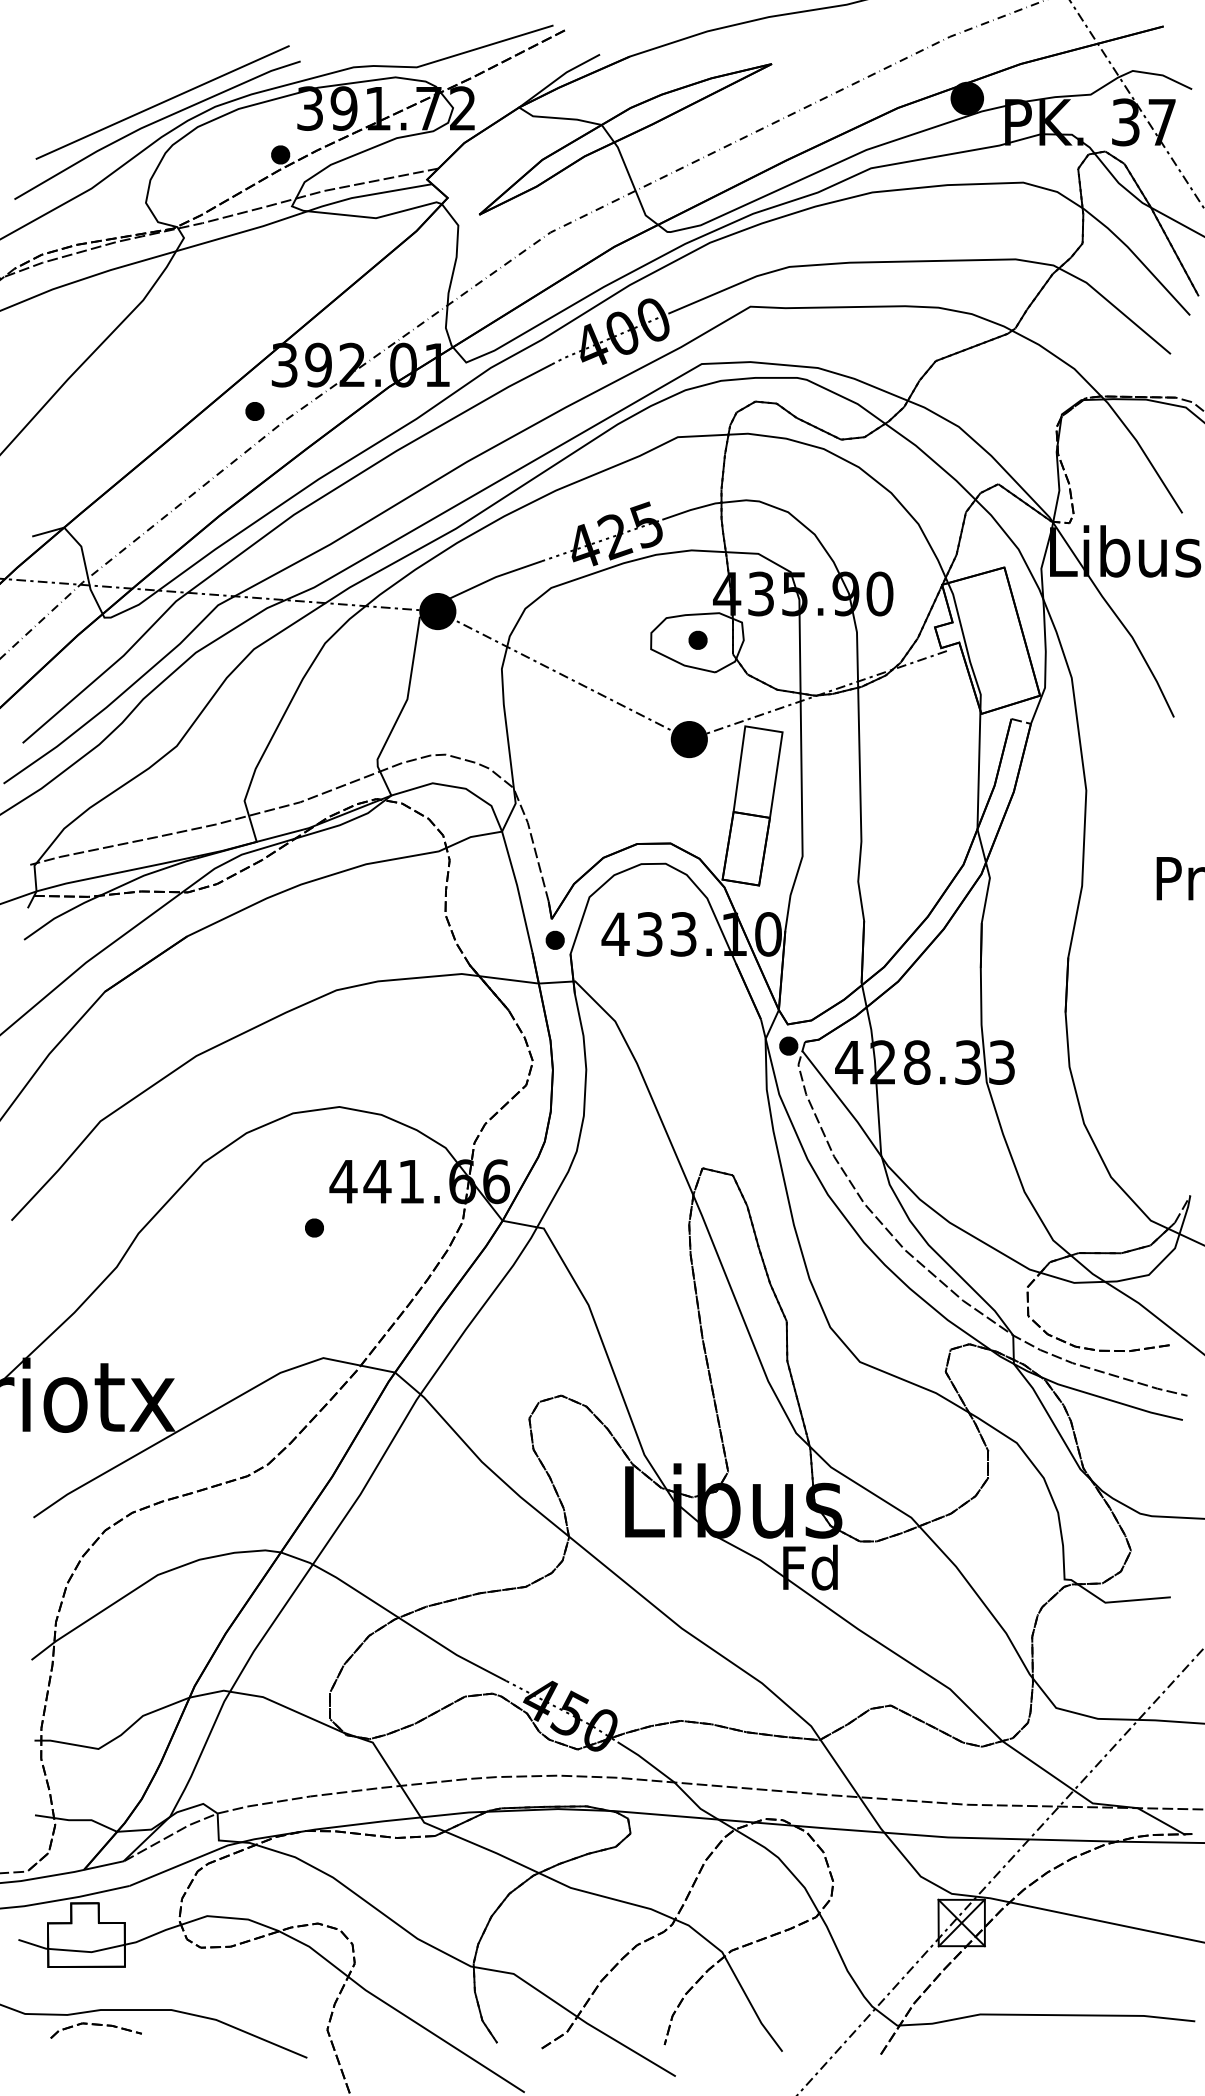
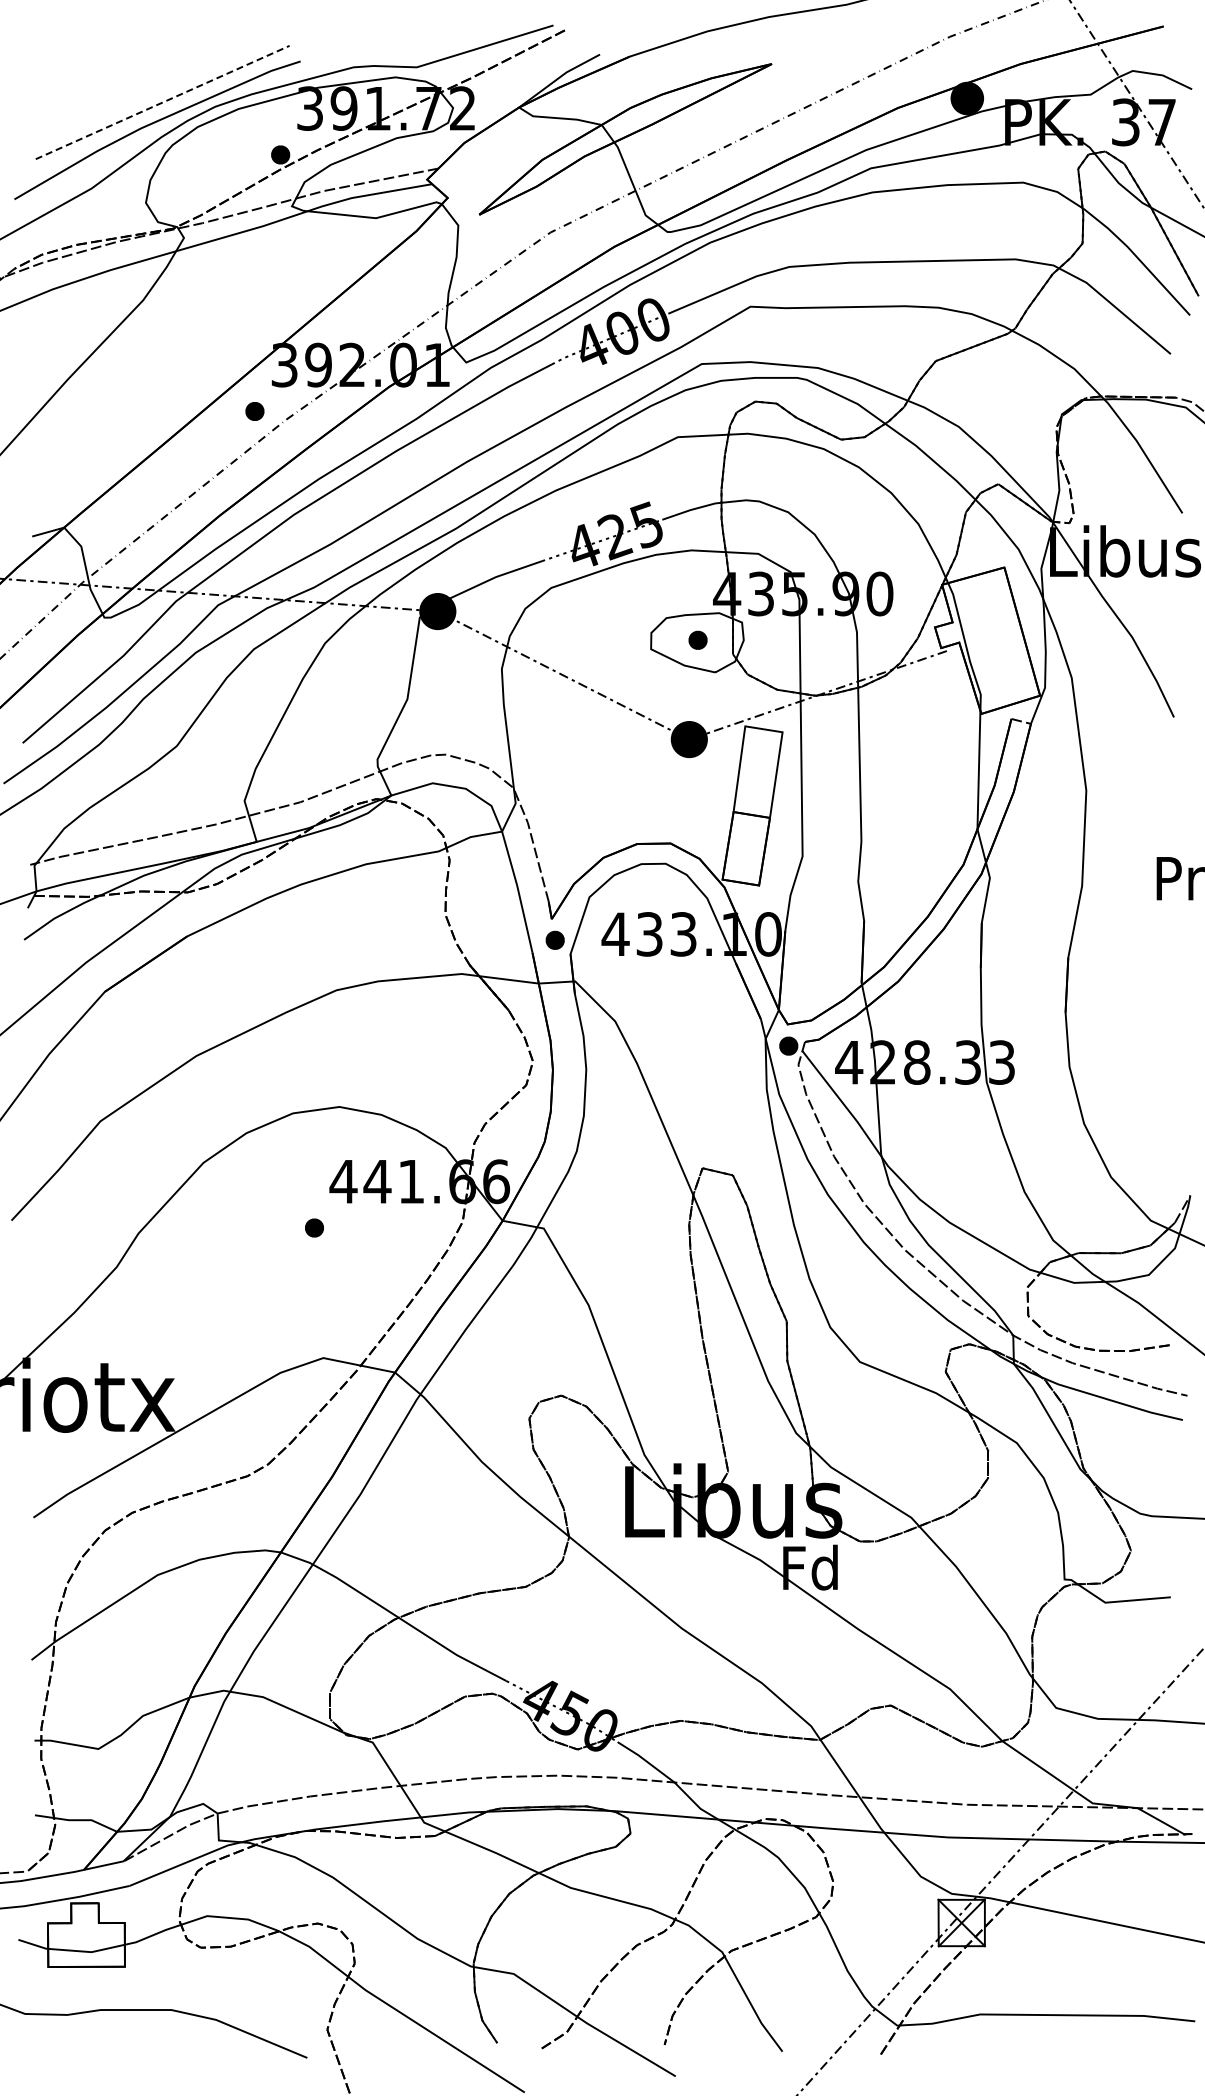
line at (162, 102): solid -> dashed
part at (95, 2030): present -> none
